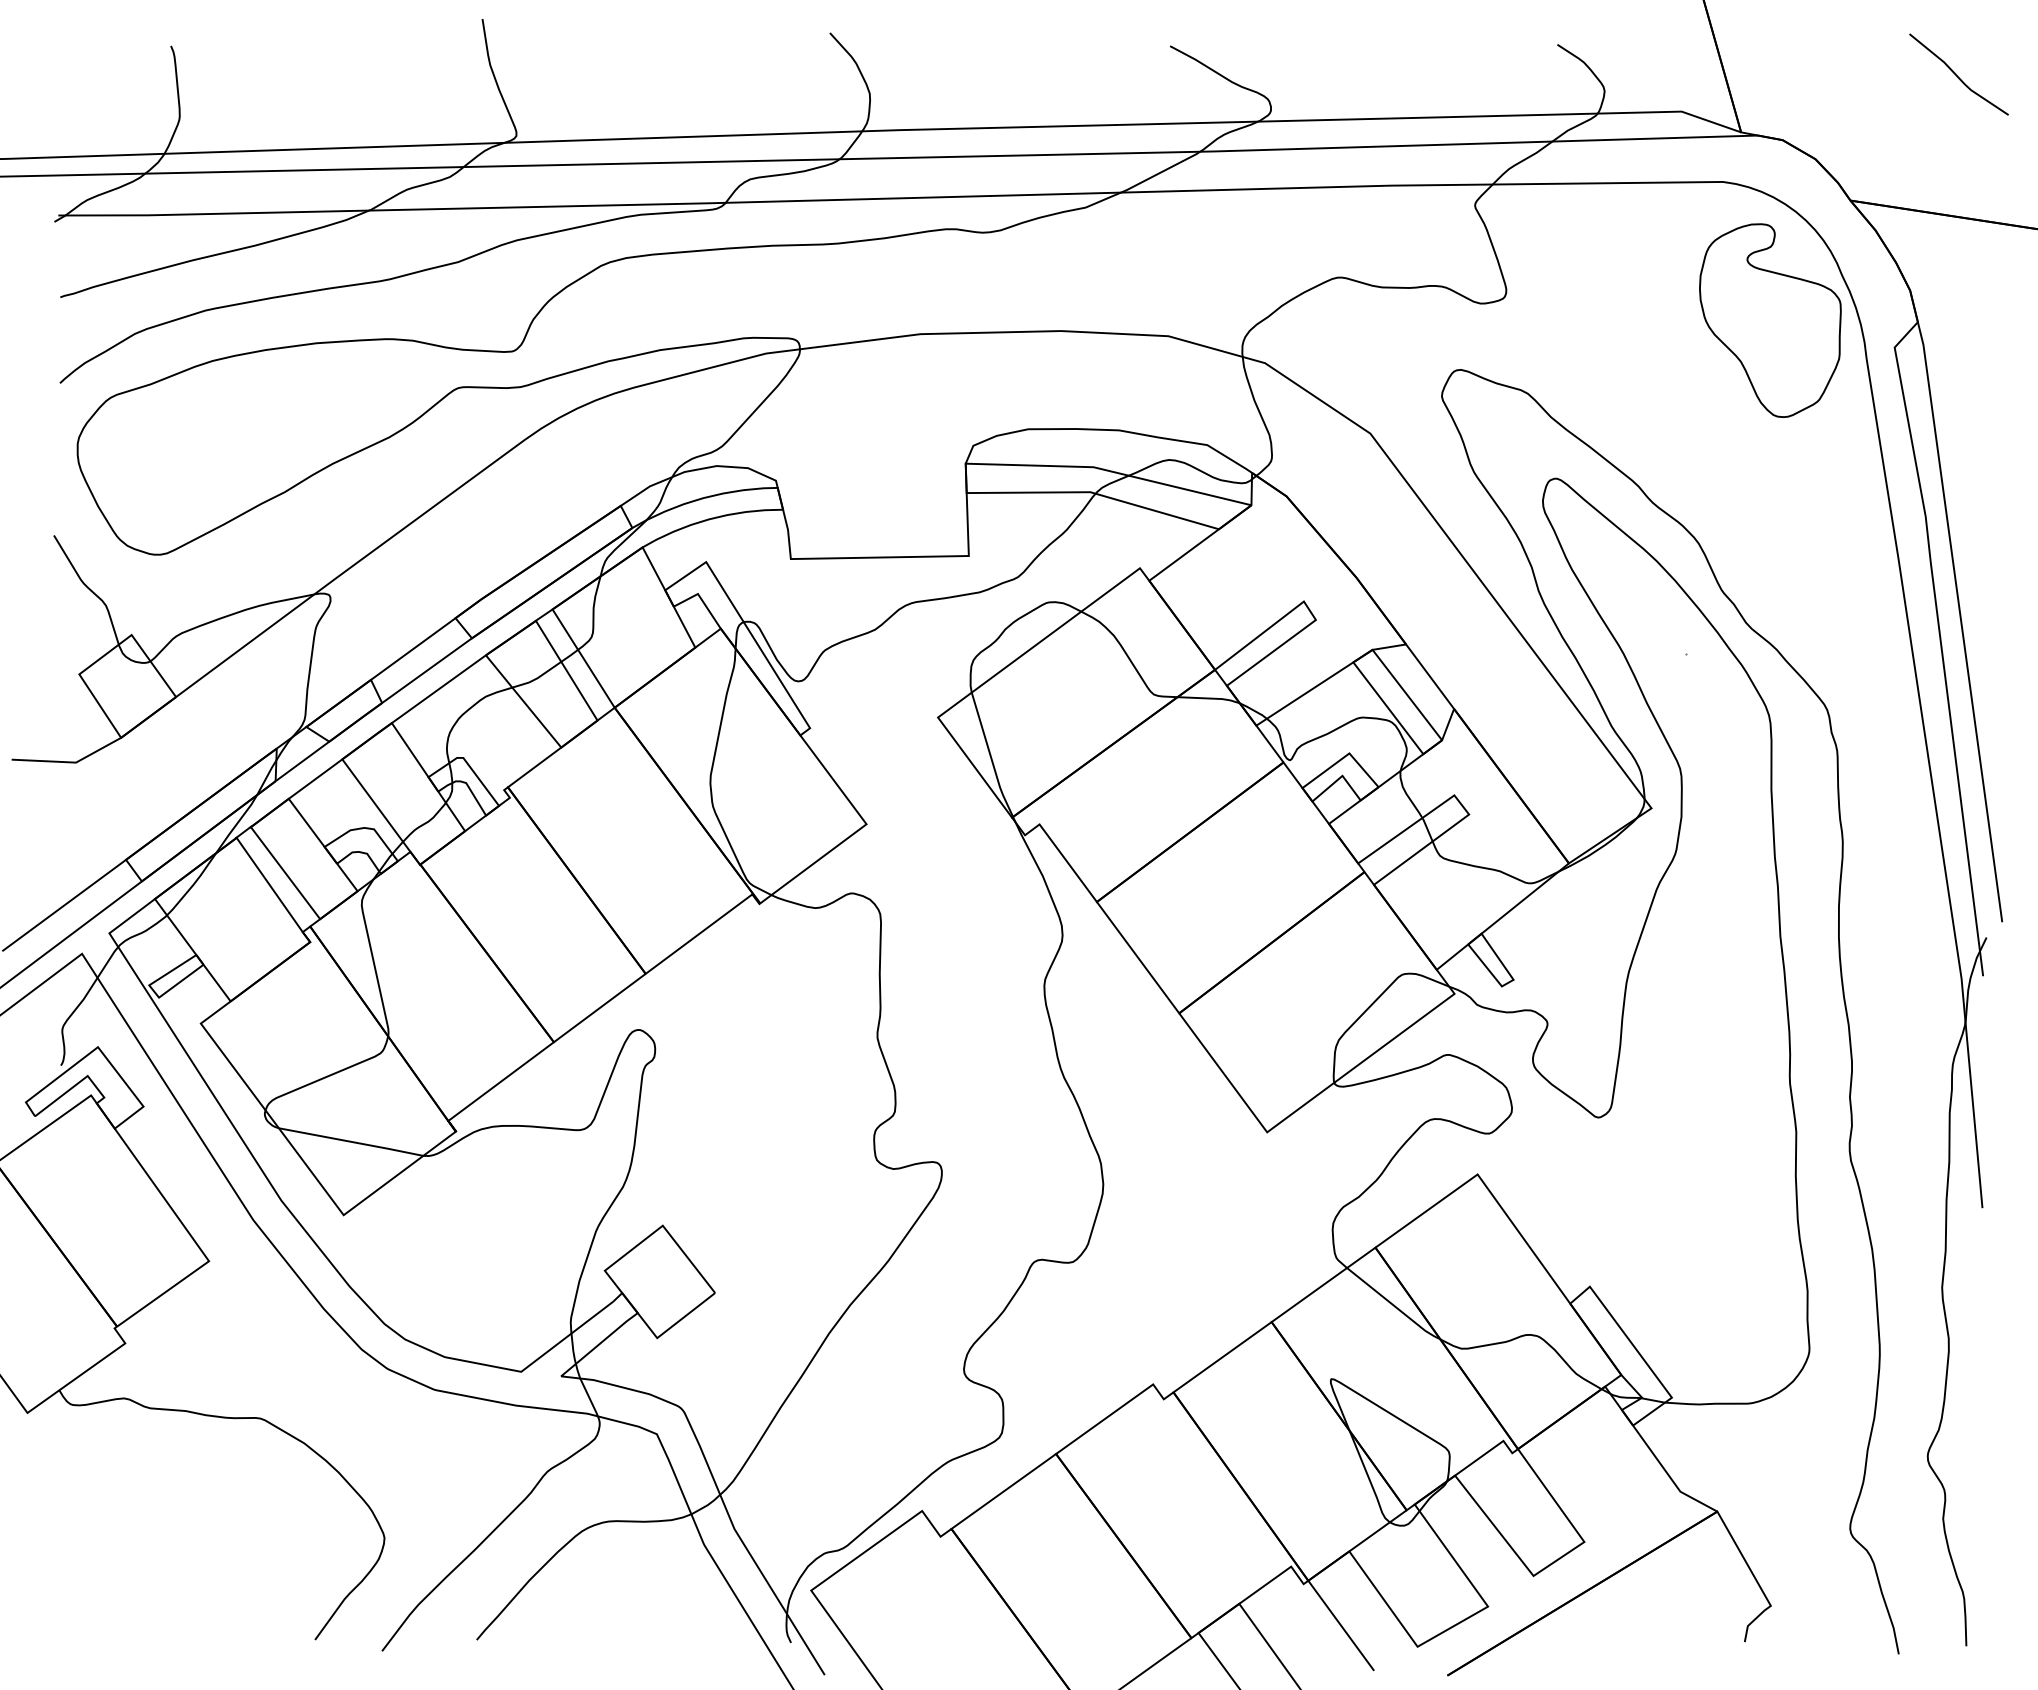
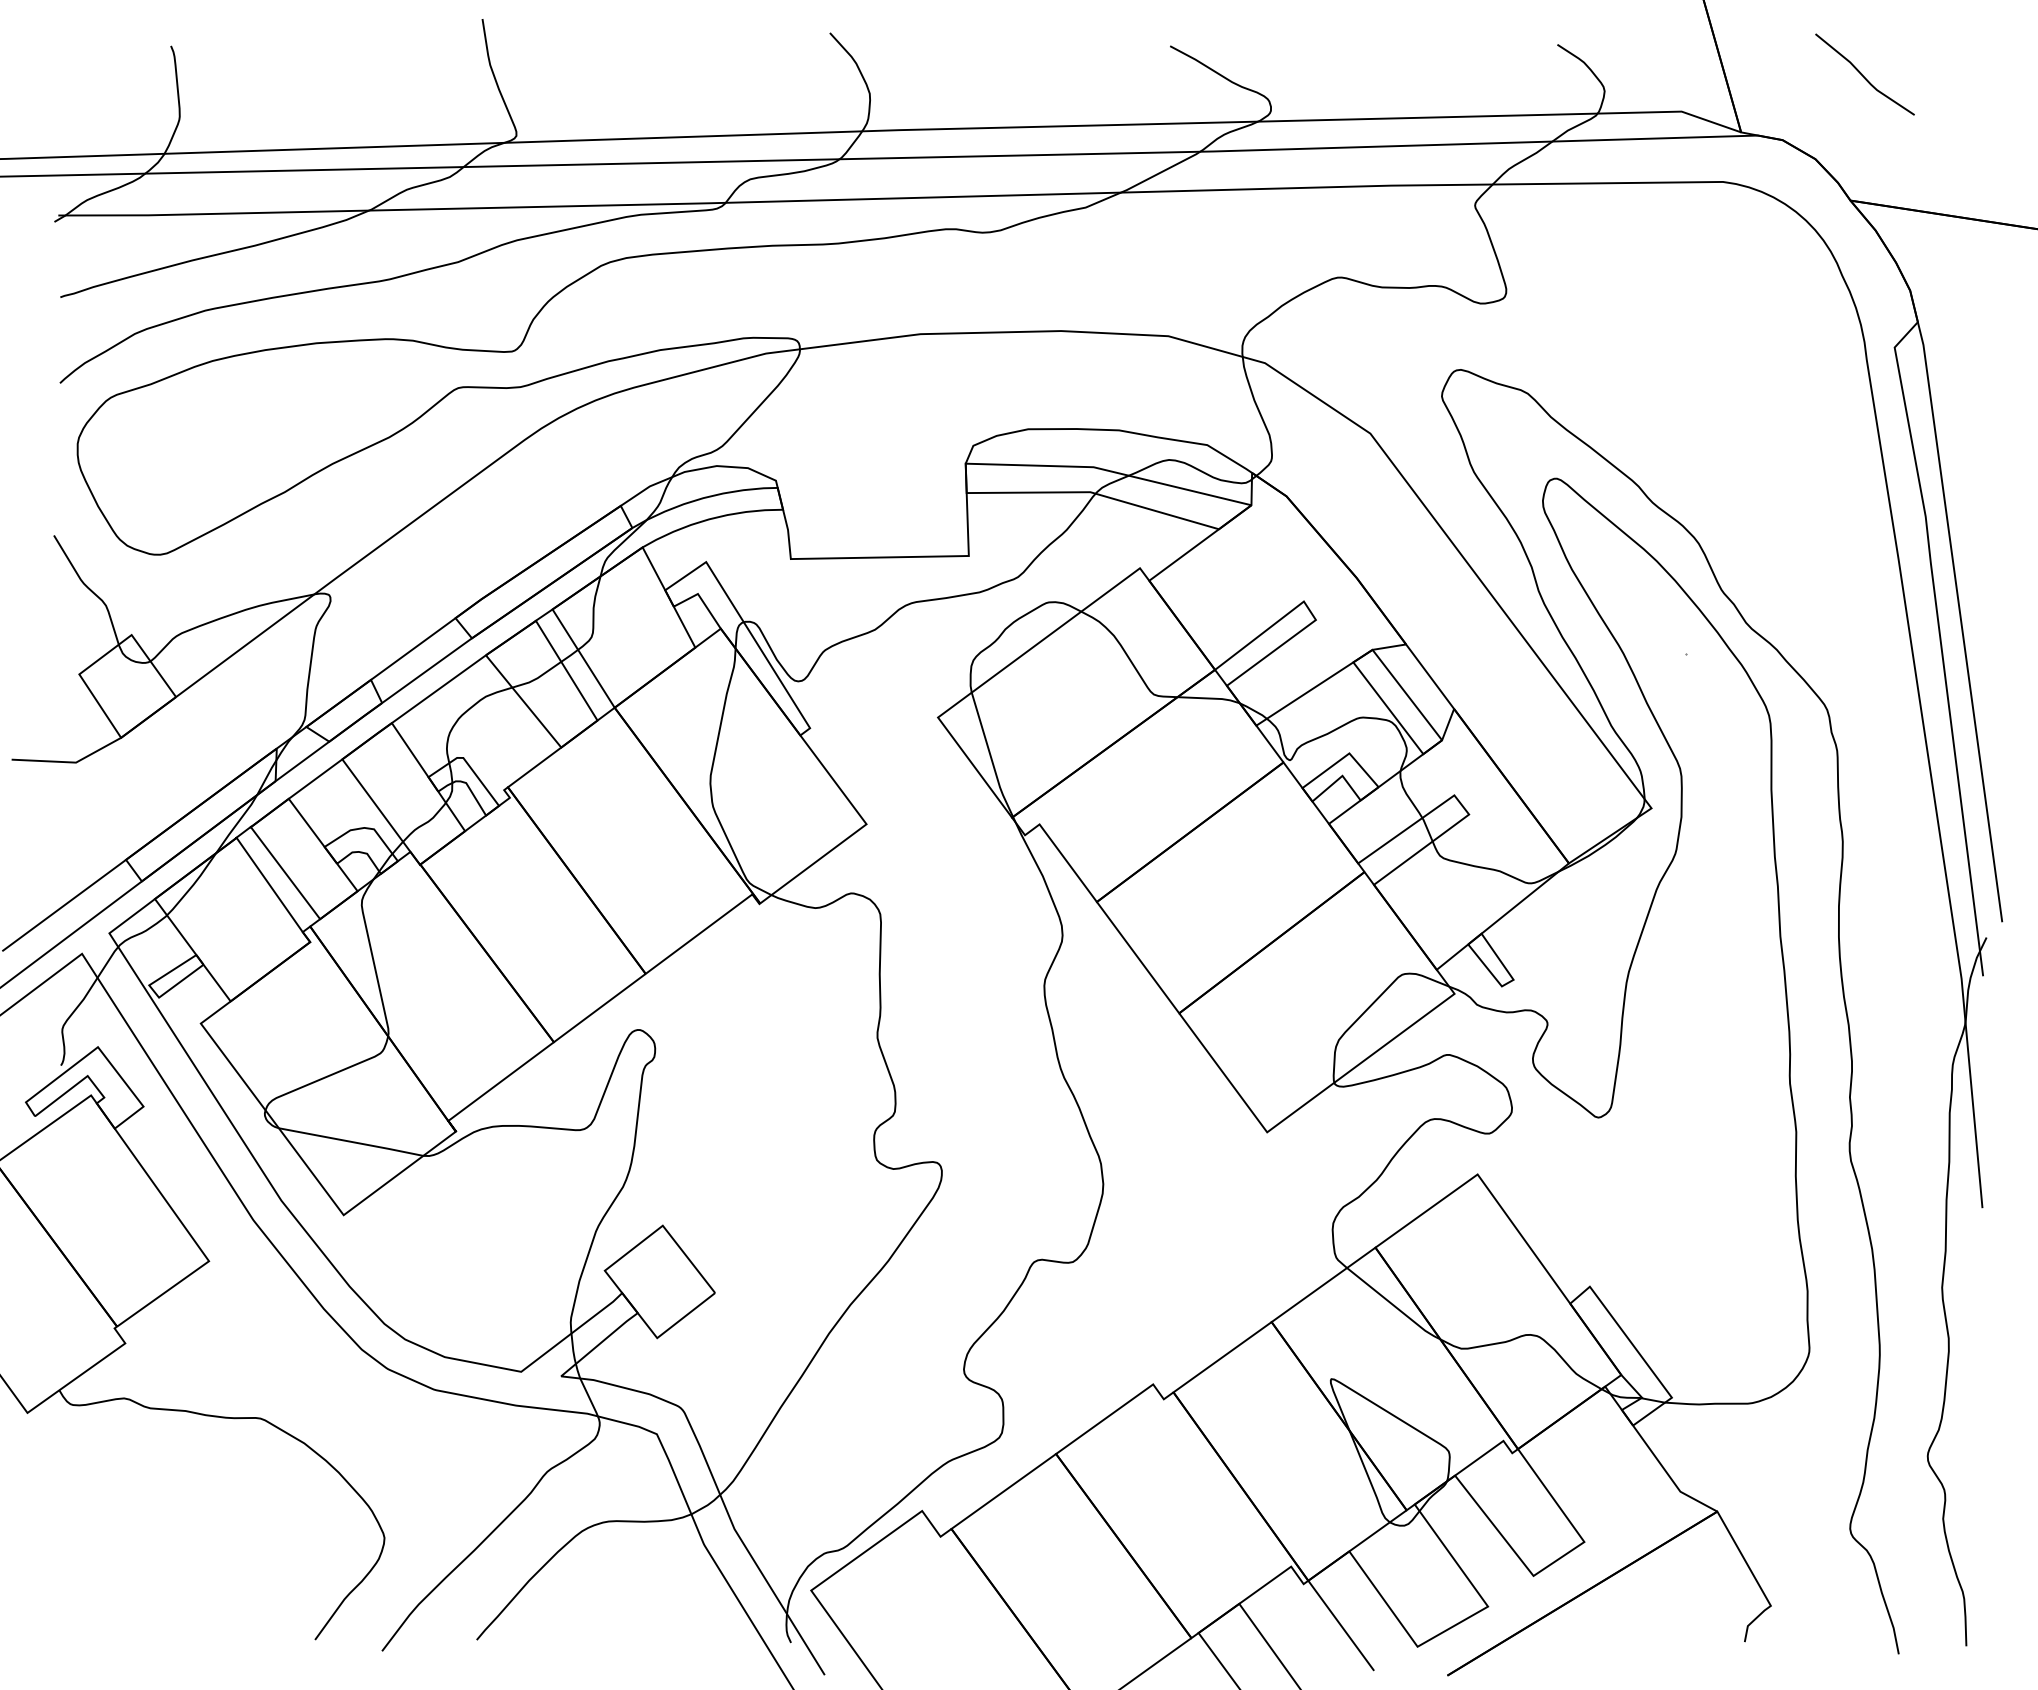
line at (1957, 75) position: (1957, 75) -> (1863, 75)
part at (1770, 320): present -> none
